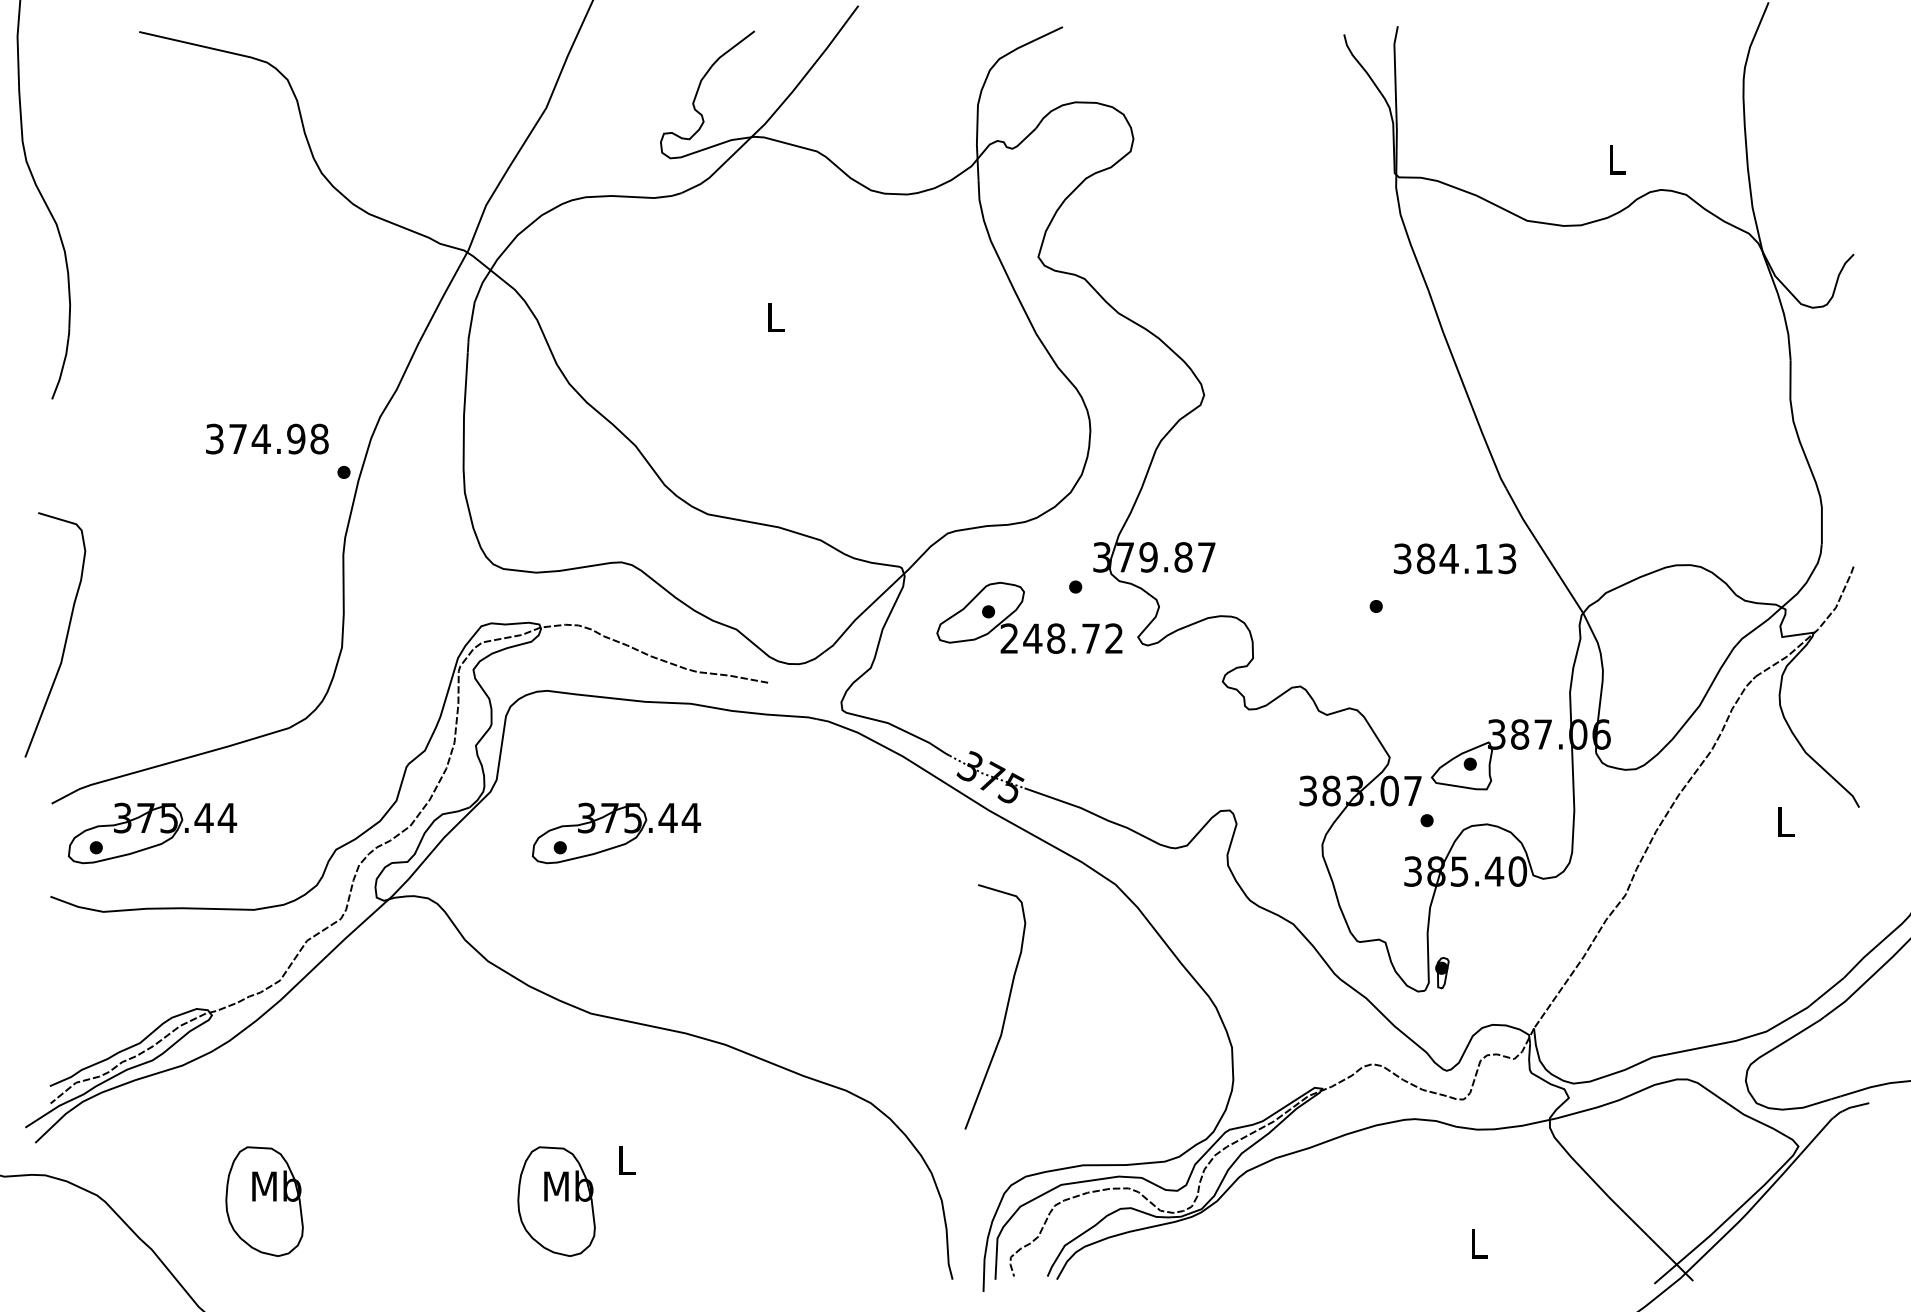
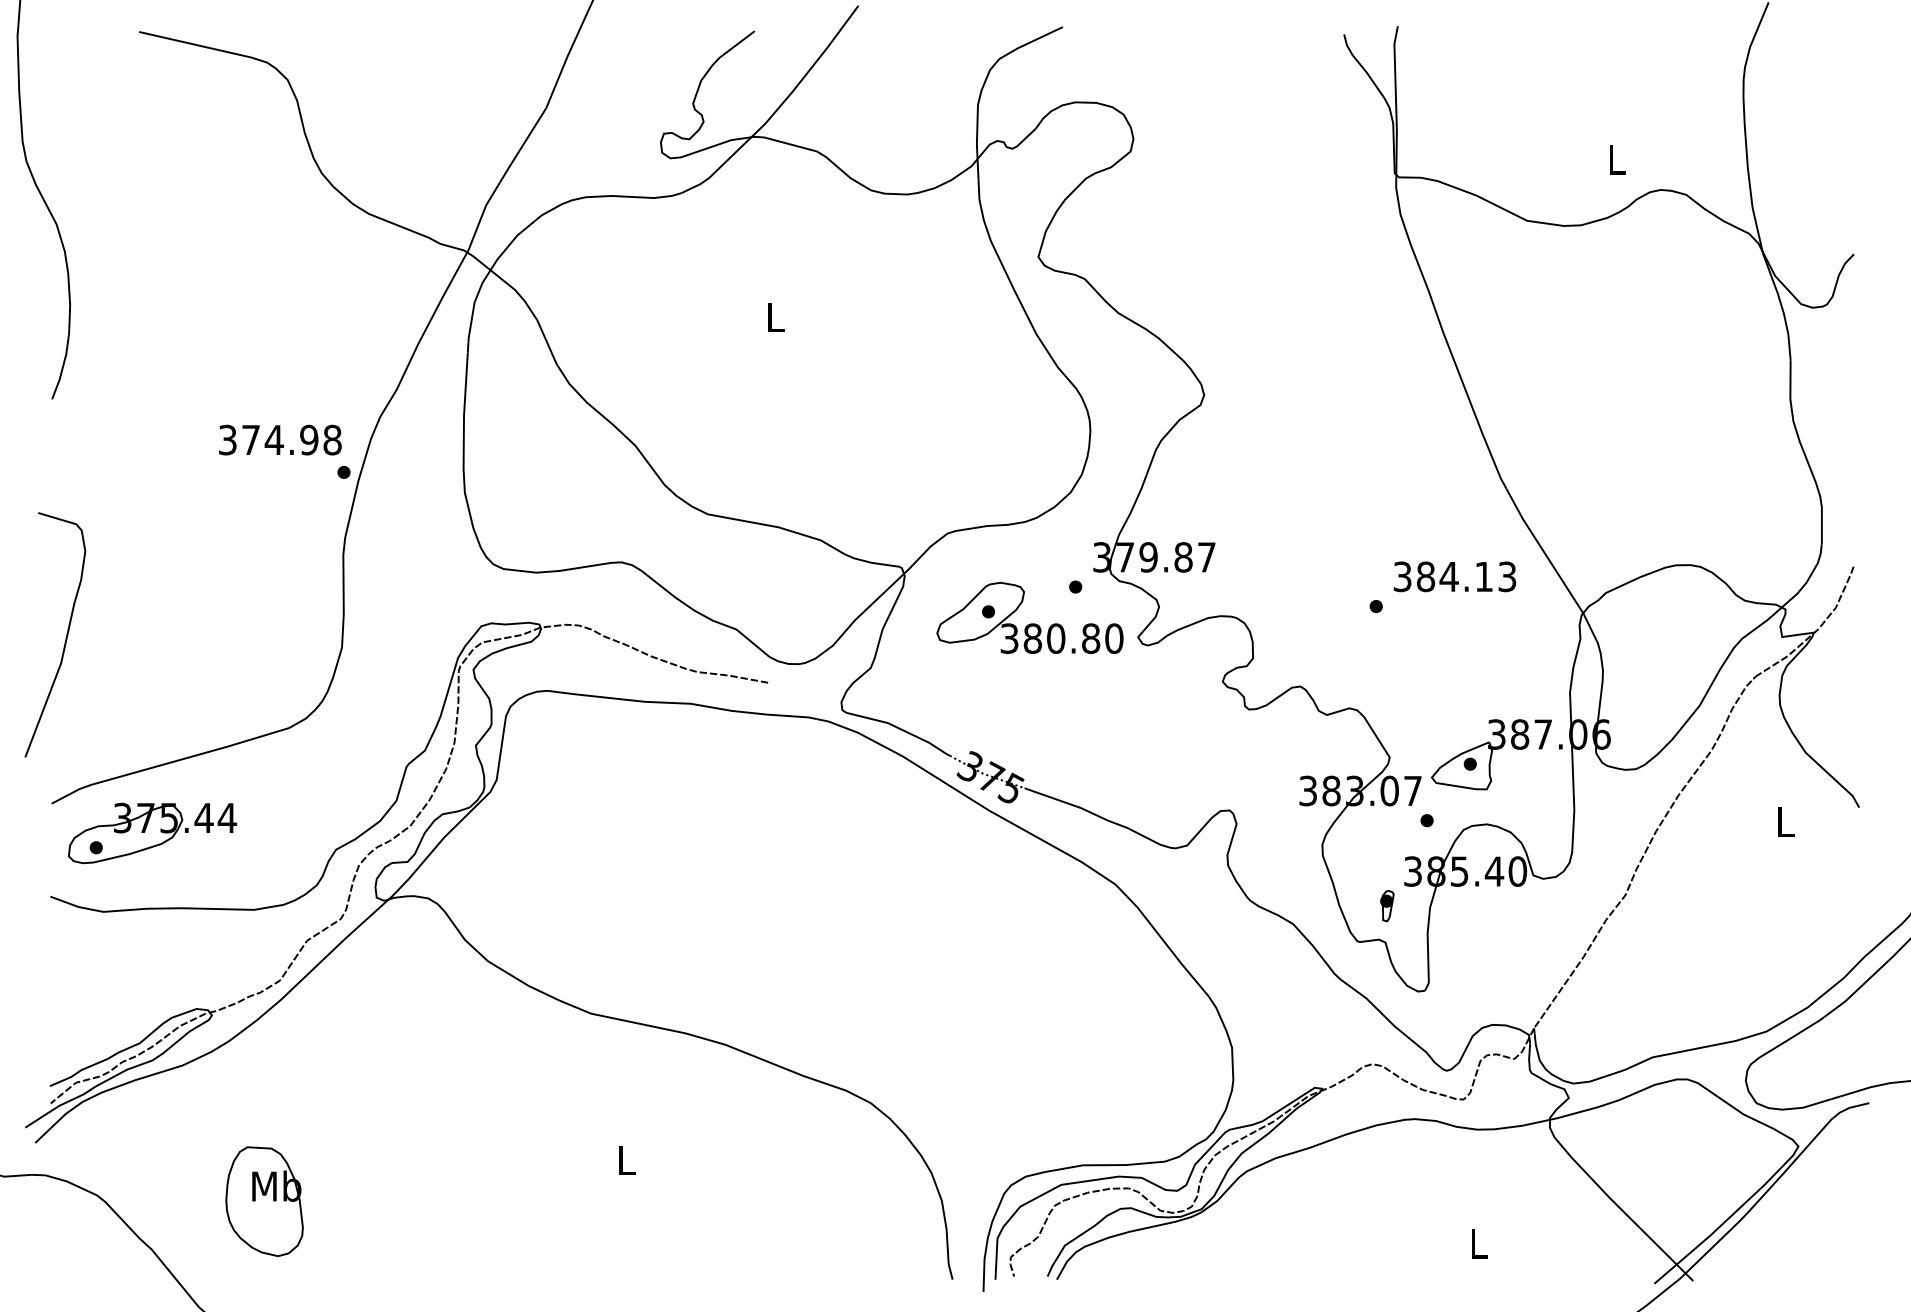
text at (267, 438) position: (267, 438) -> (280, 439)
text at (1455, 558) position: (1455, 558) -> (1455, 576)
text at (1061, 638): 248.72 -> 380.80
part at (616, 833): present -> none
part at (1442, 973) position: (1442, 973) -> (1387, 906)
curve at (1005, 1009): present -> none
part at (556, 1201): present -> none
